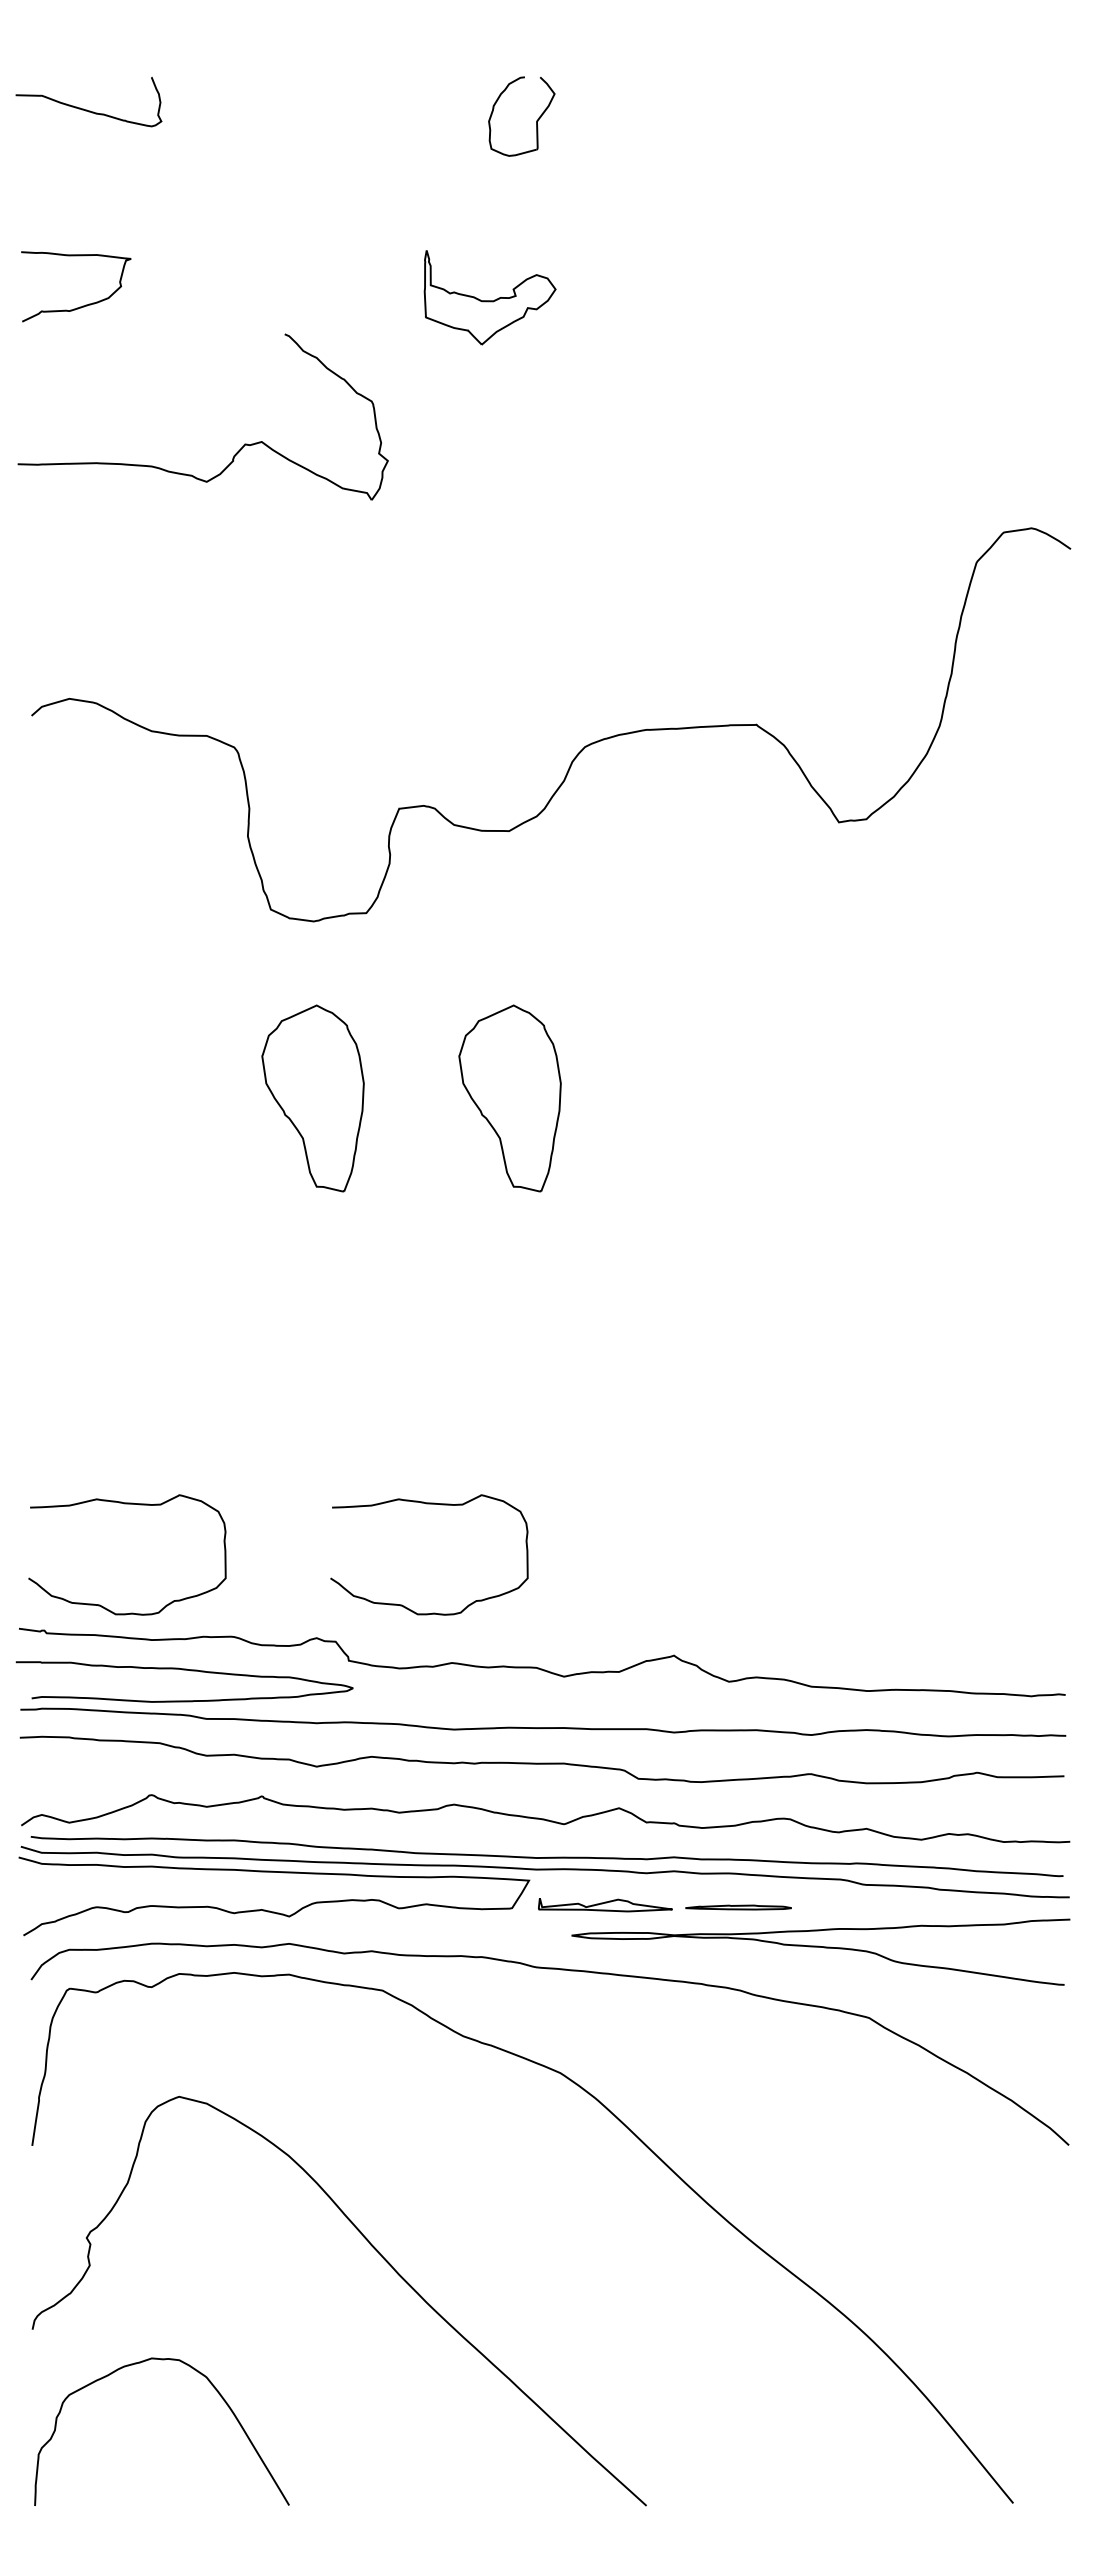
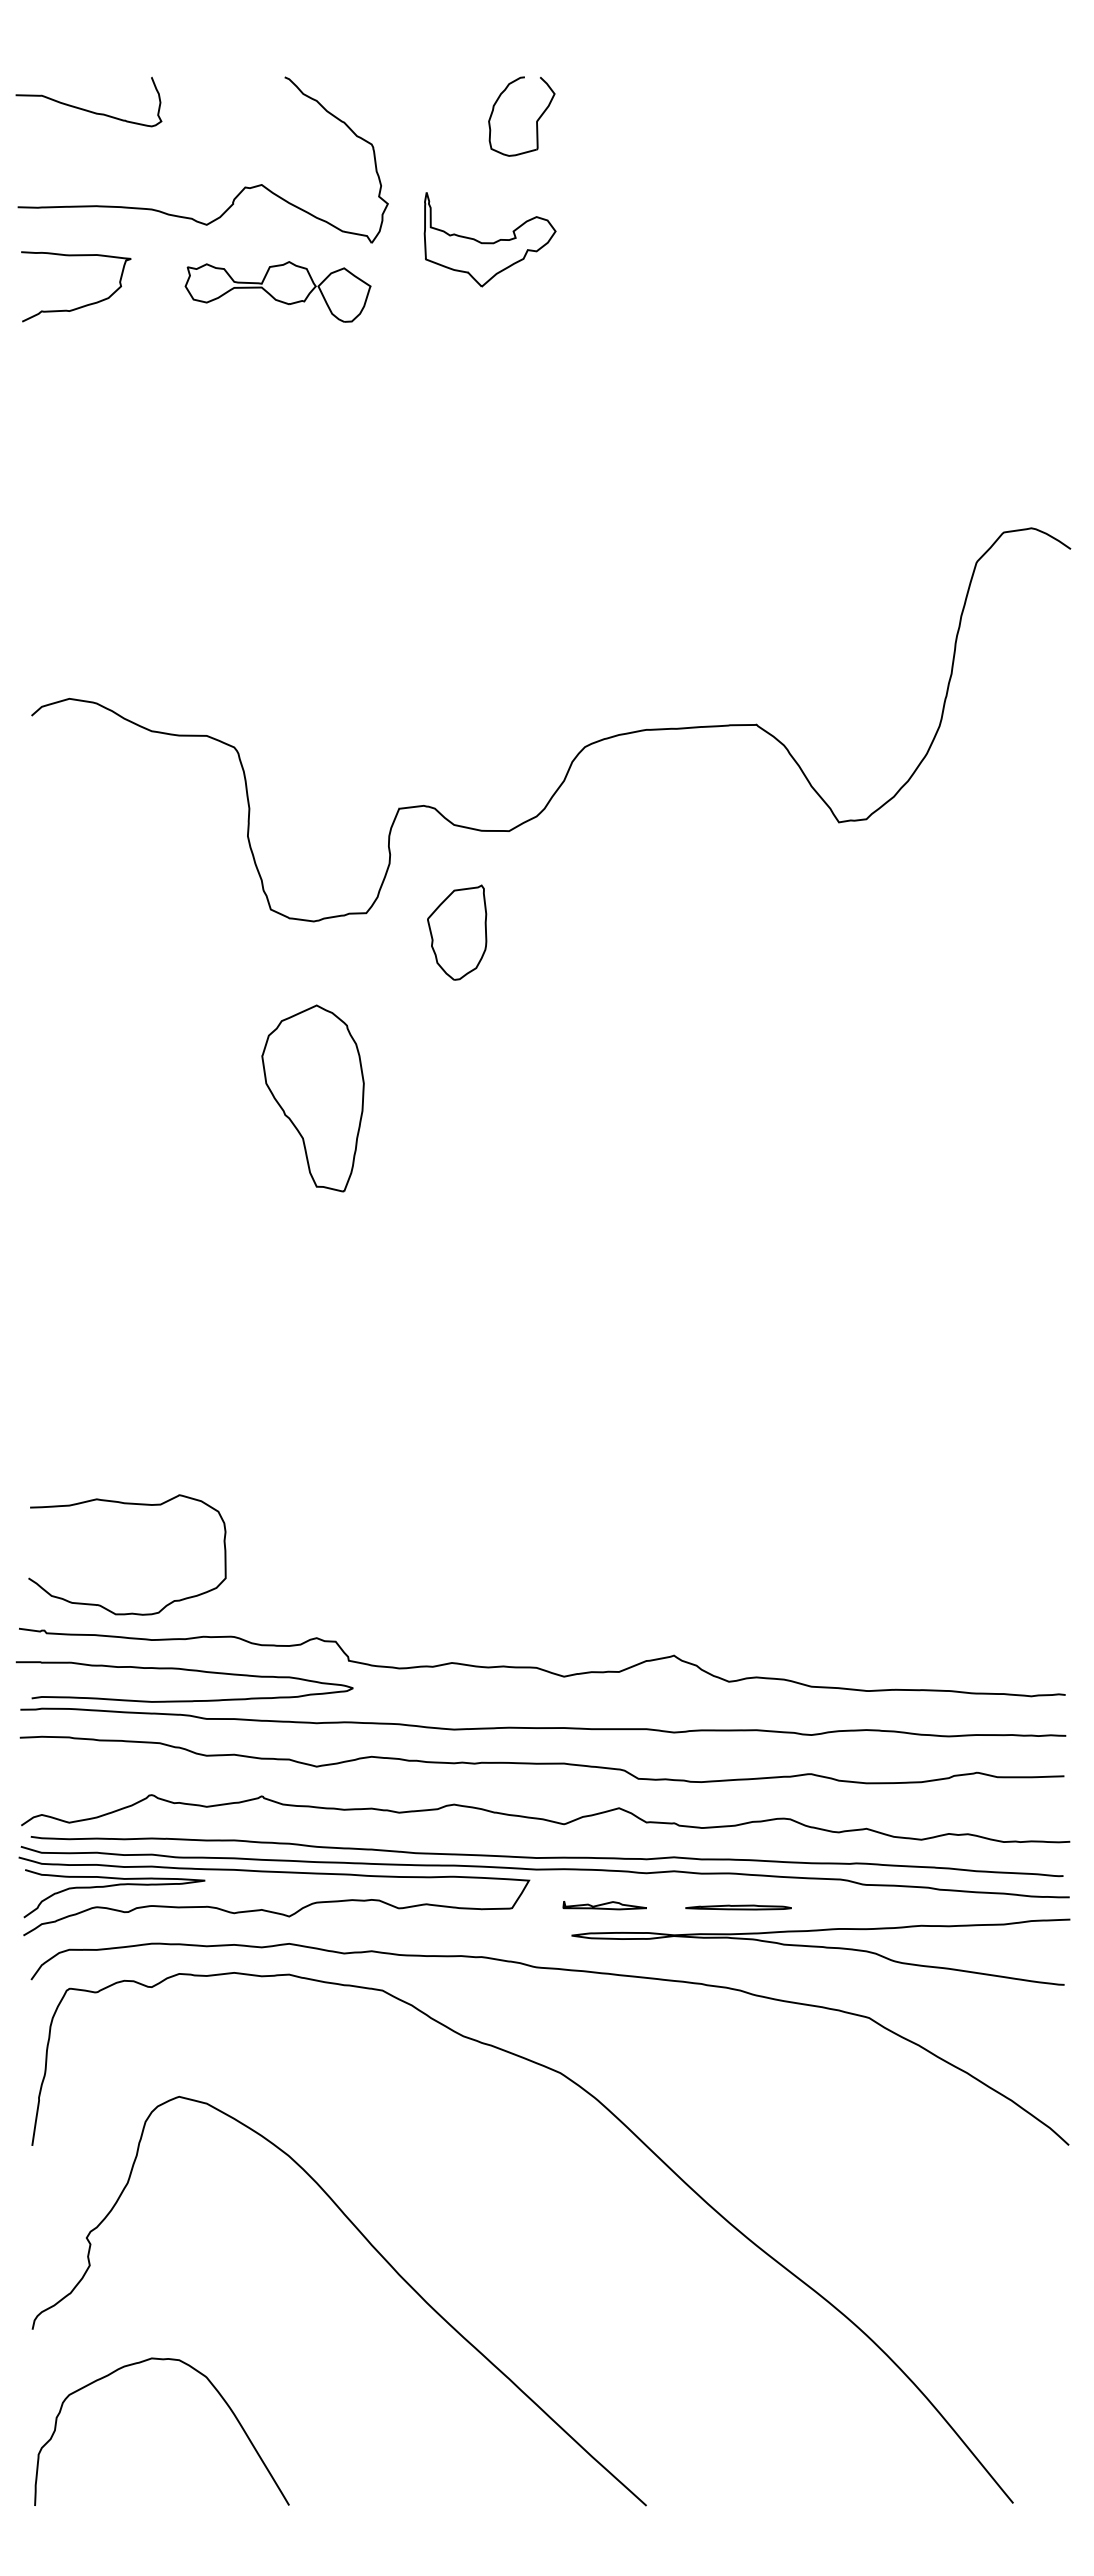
part at (277, 291): none -> present
part at (489, 297) position: (489, 297) -> (489, 239)
part at (237, 451) position: (237, 451) -> (237, 194)
part at (457, 932): none -> present
part at (509, 1098): present -> none
curve at (429, 1504): present -> none
curve at (114, 1886): none -> present
part at (605, 1905) size: 135x15 px -> 85x10 px
